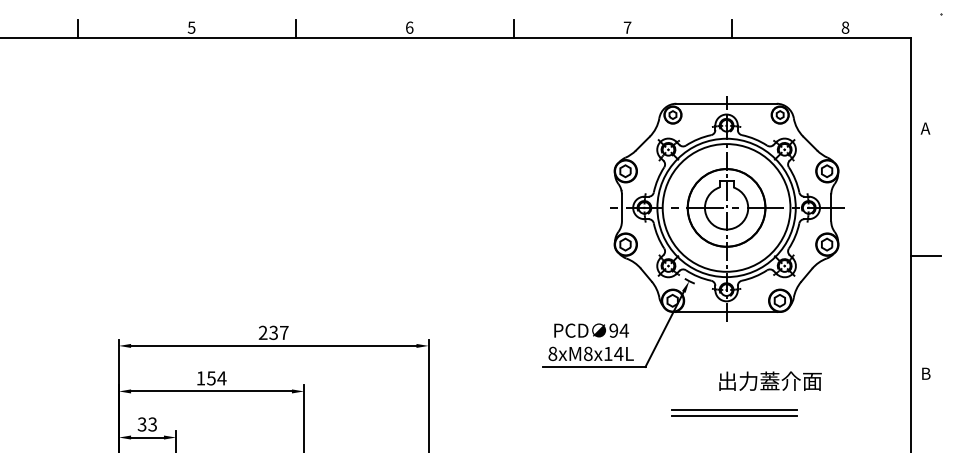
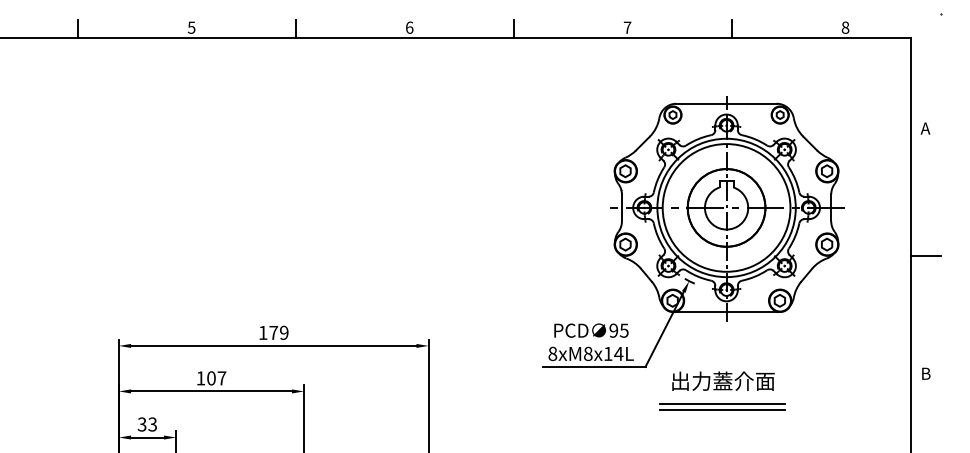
text at (623, 330): 94 -> 95
text at (273, 332): 237 -> 179
text at (216, 378): 154 -> 107
text at (770, 380) position: (770, 380) -> (723, 380)
part at (734, 412) position: (734, 412) -> (722, 406)
